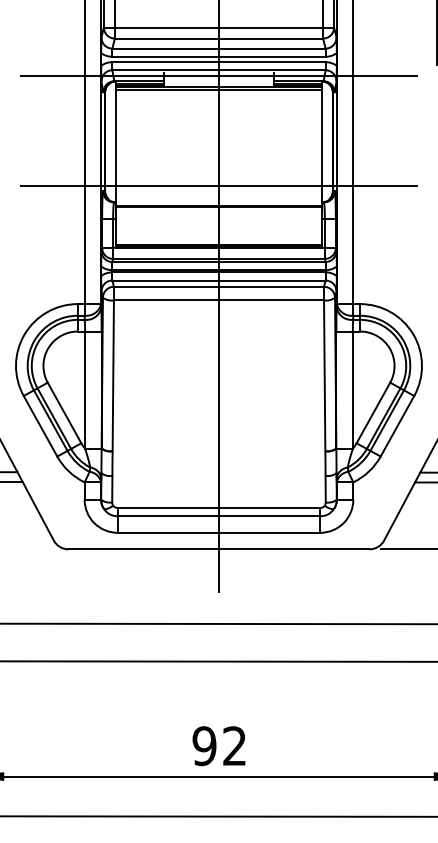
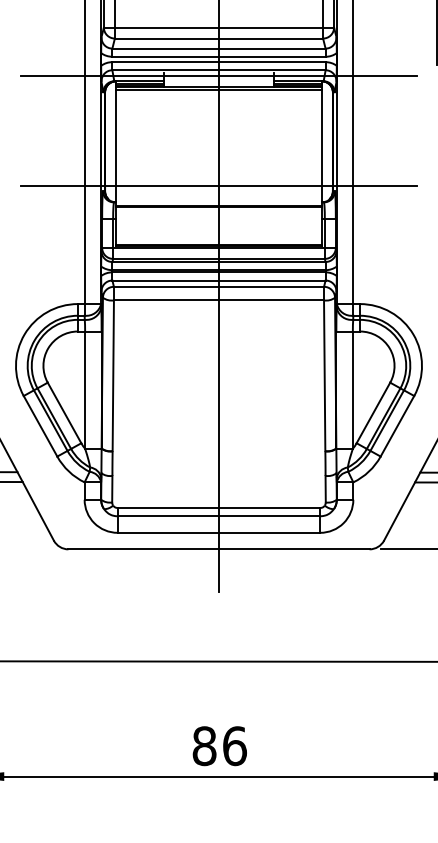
line at (218, 623): present -> none
text at (219, 746): 92 -> 86
line at (218, 816): present -> none
